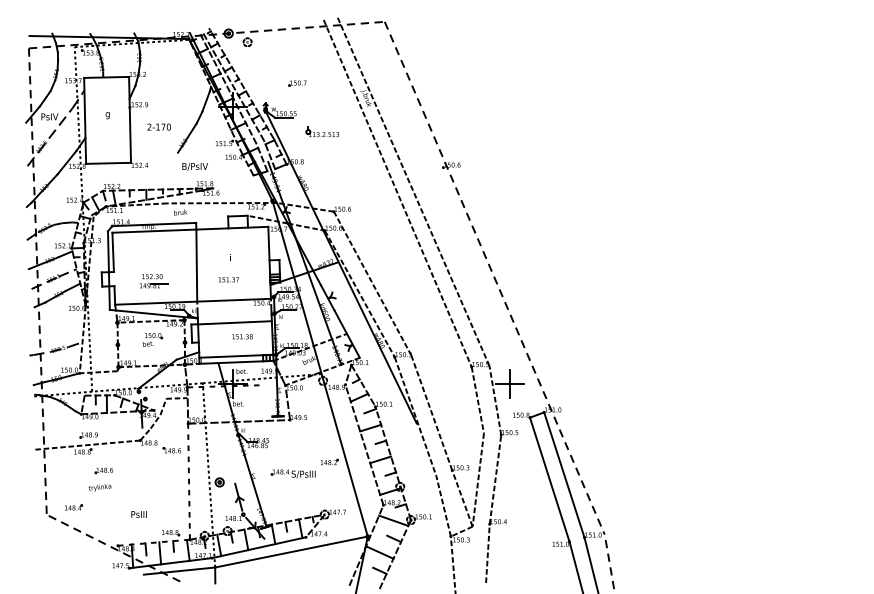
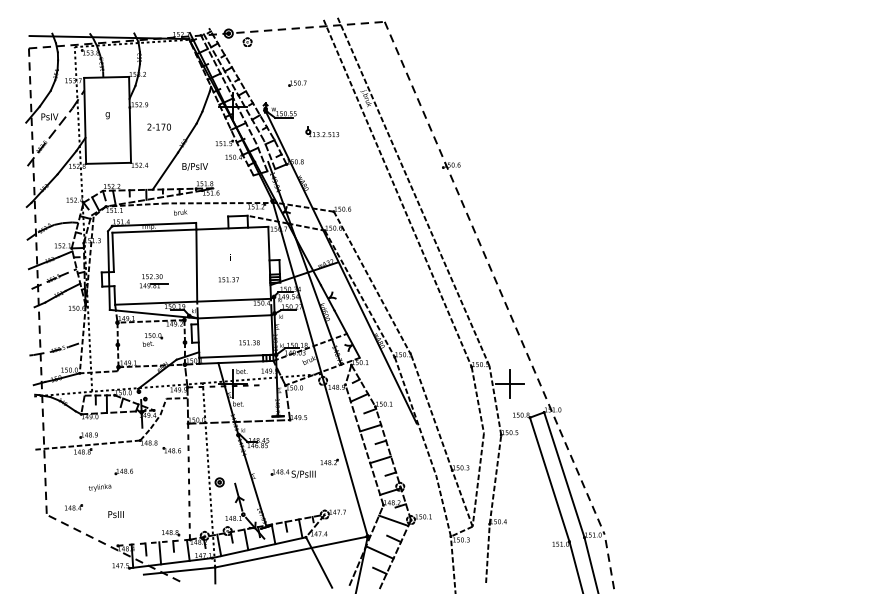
line at (165, 170): none -> present
line at (234, 322) position: (234, 322) -> (234, 316)
text at (242, 336) position: (242, 336) -> (249, 342)
part at (103, 470) position: (103, 470) -> (123, 471)
text at (138, 514) position: (138, 514) -> (115, 514)
line at (319, 562): none -> present
